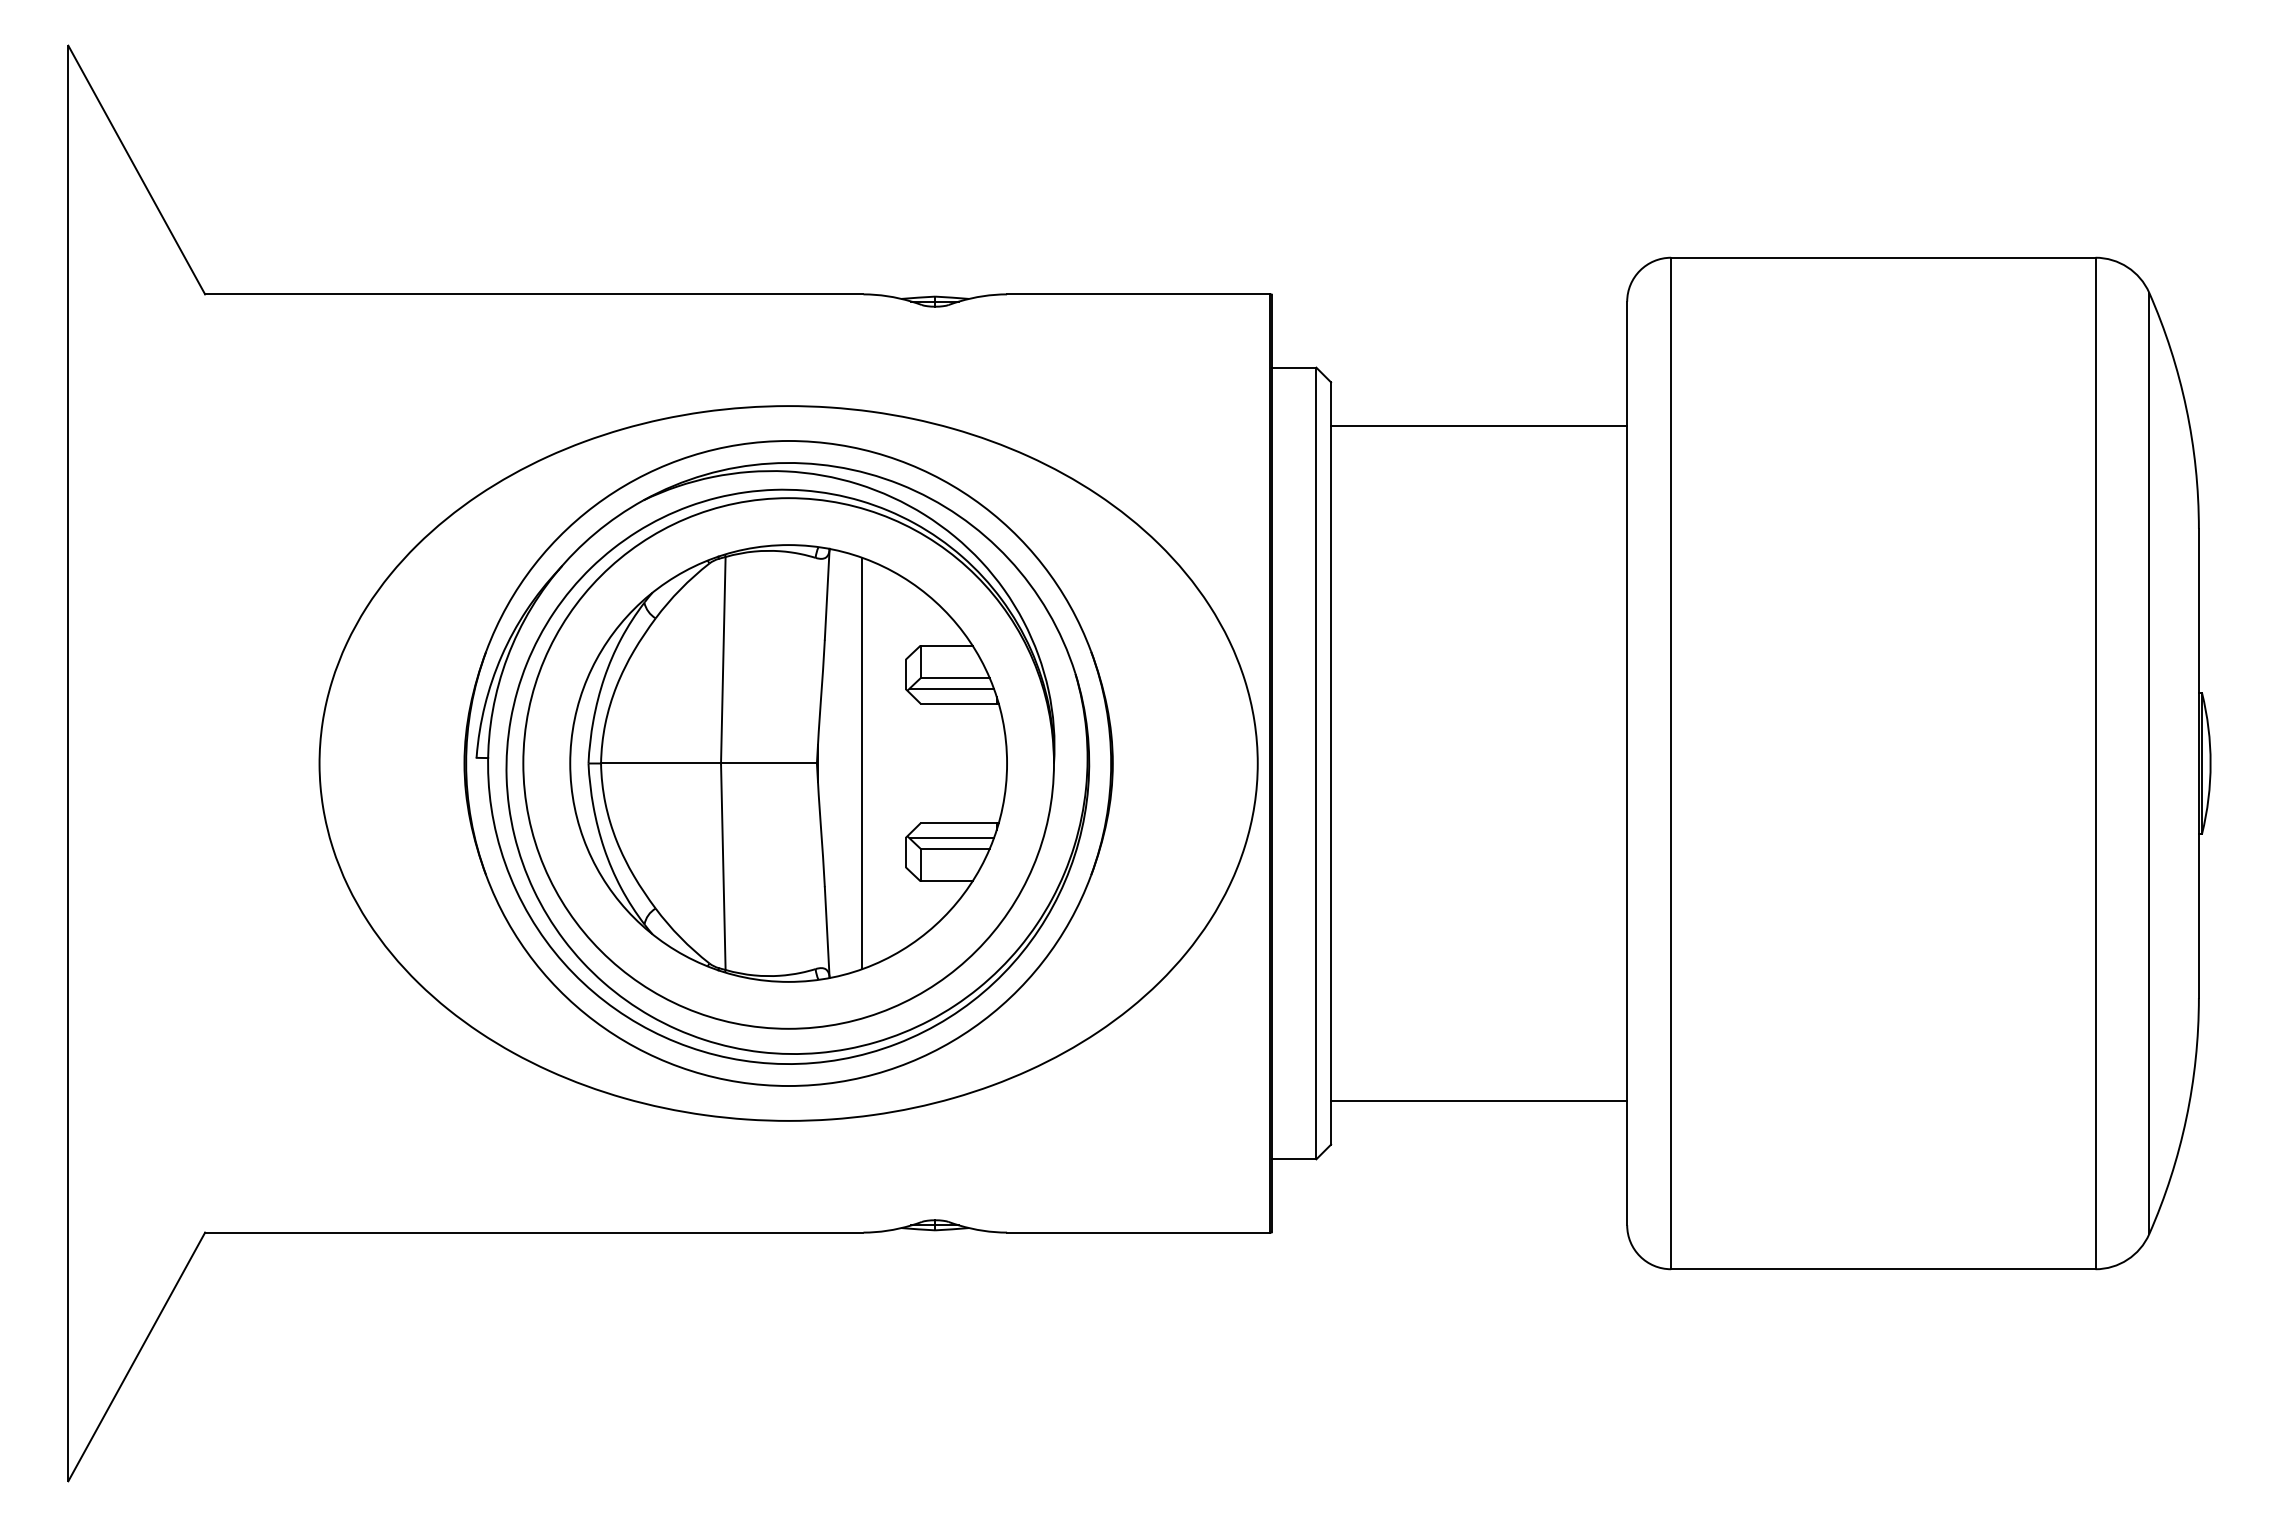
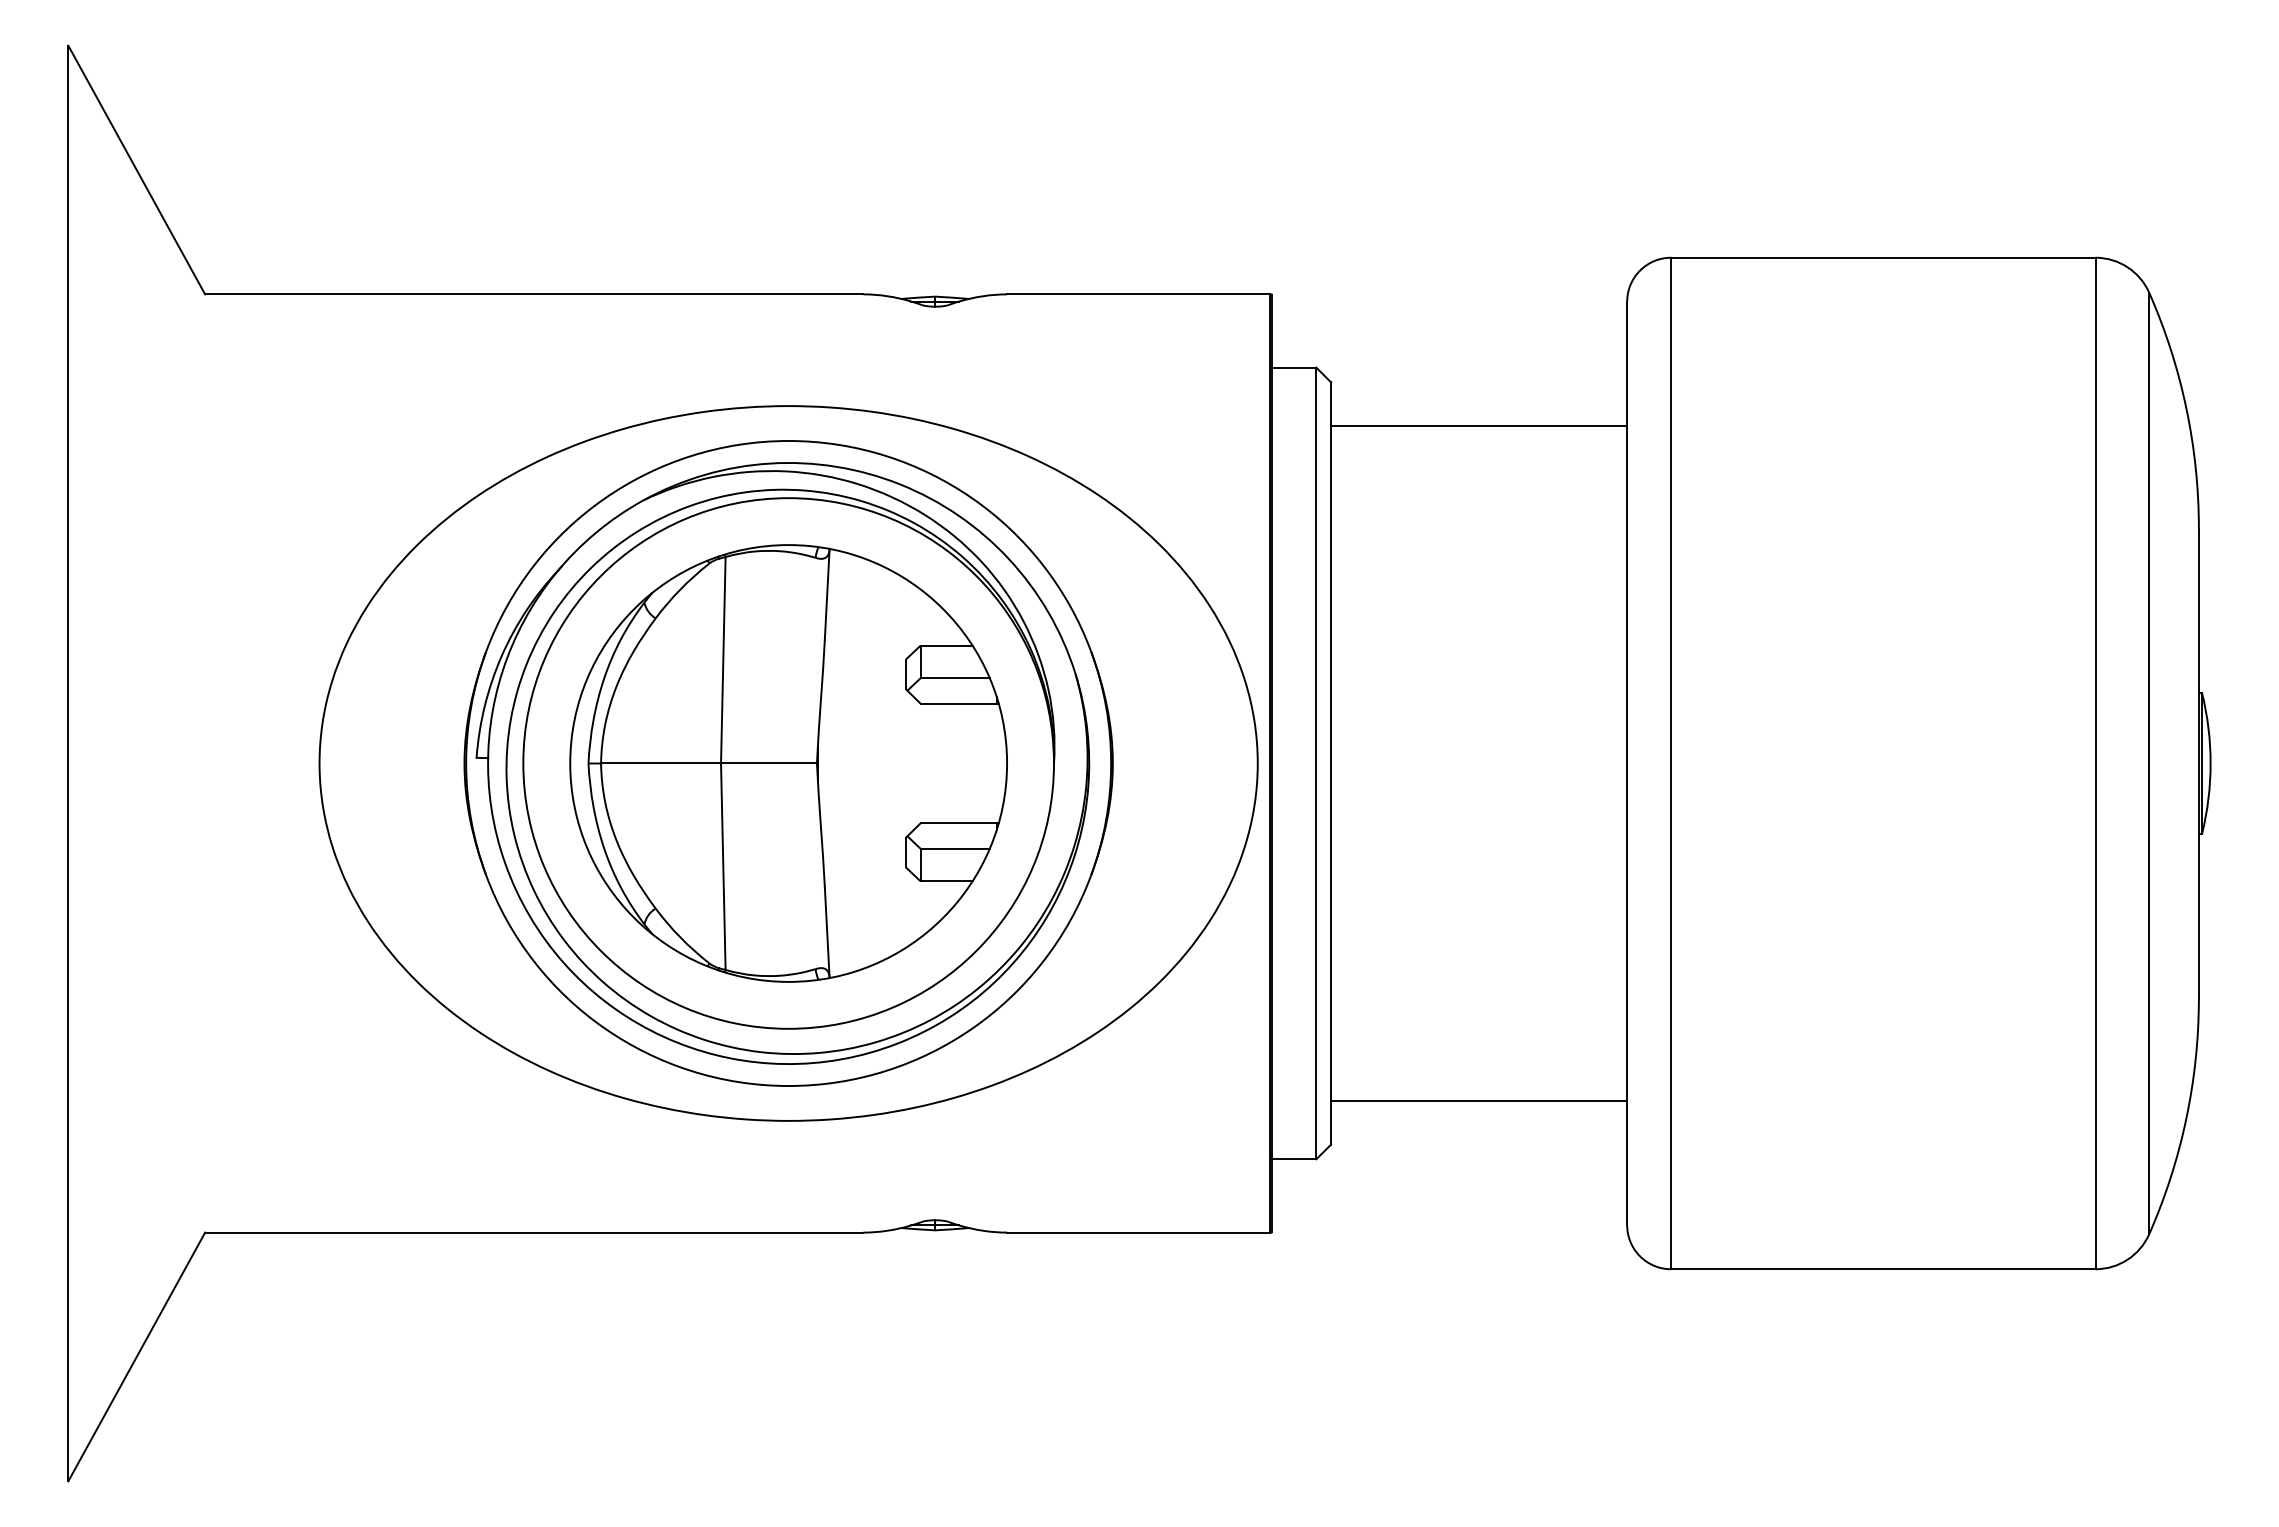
line at (951, 688): present -> none
line at (861, 763): present -> none
line at (951, 838): present -> none
